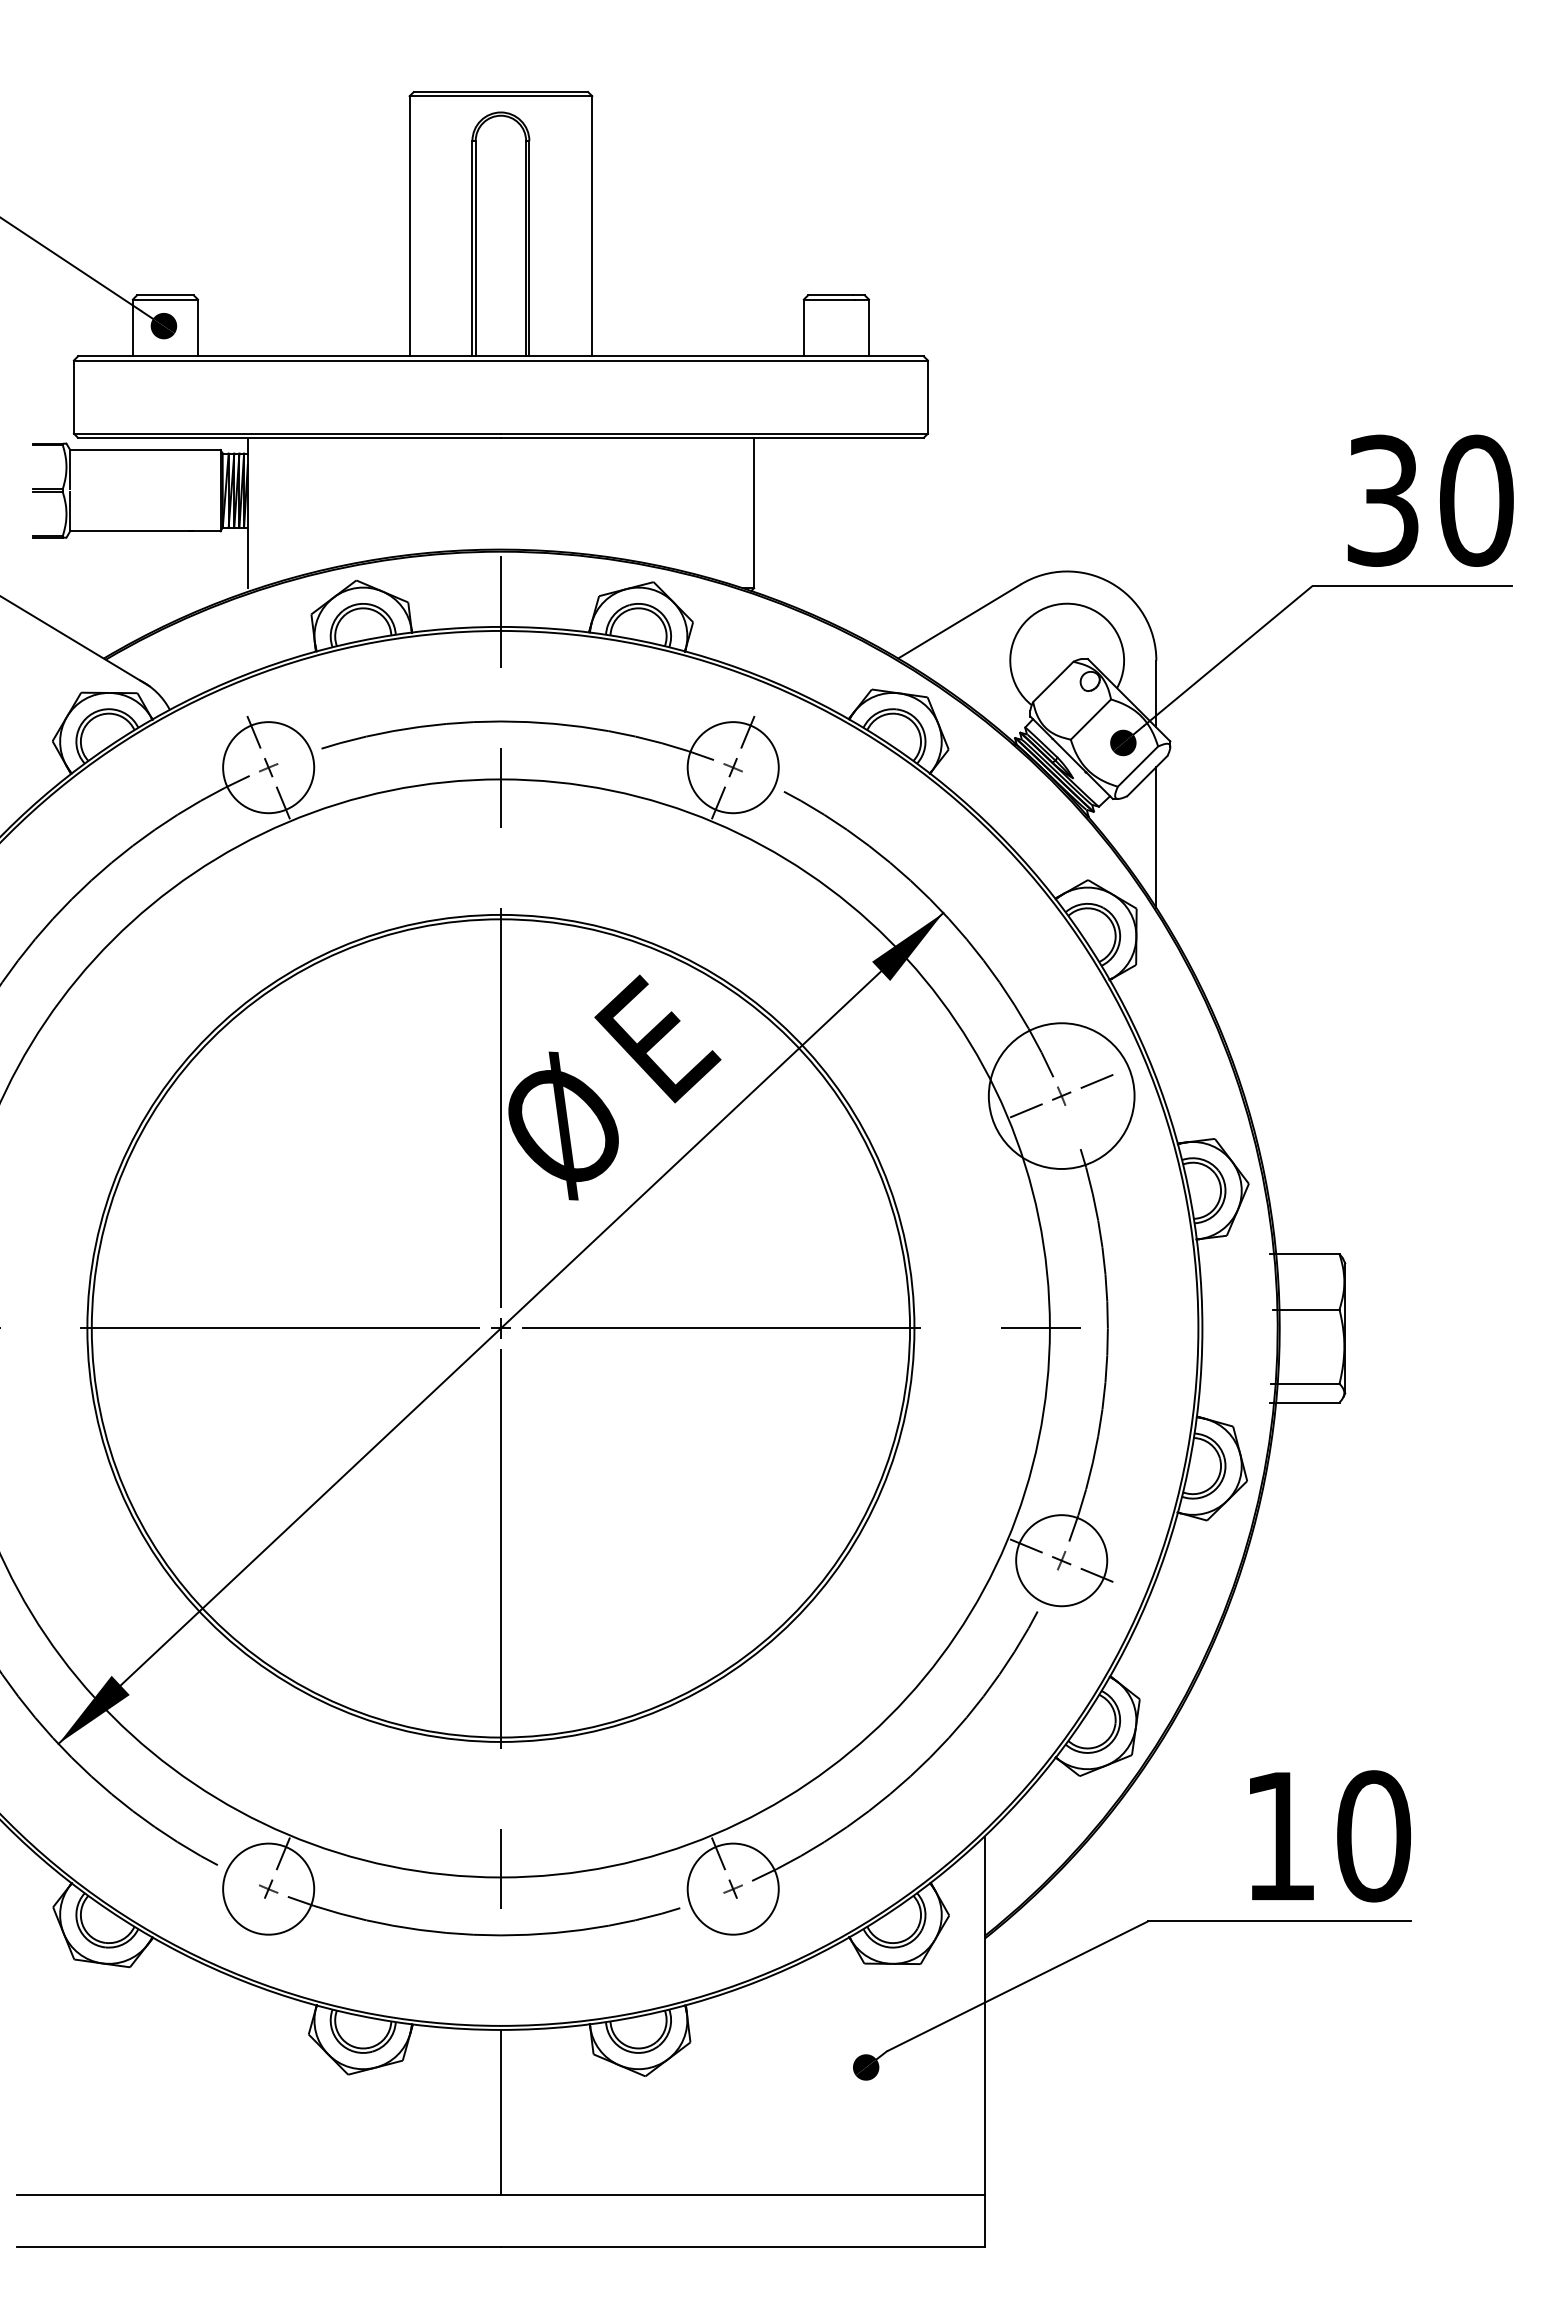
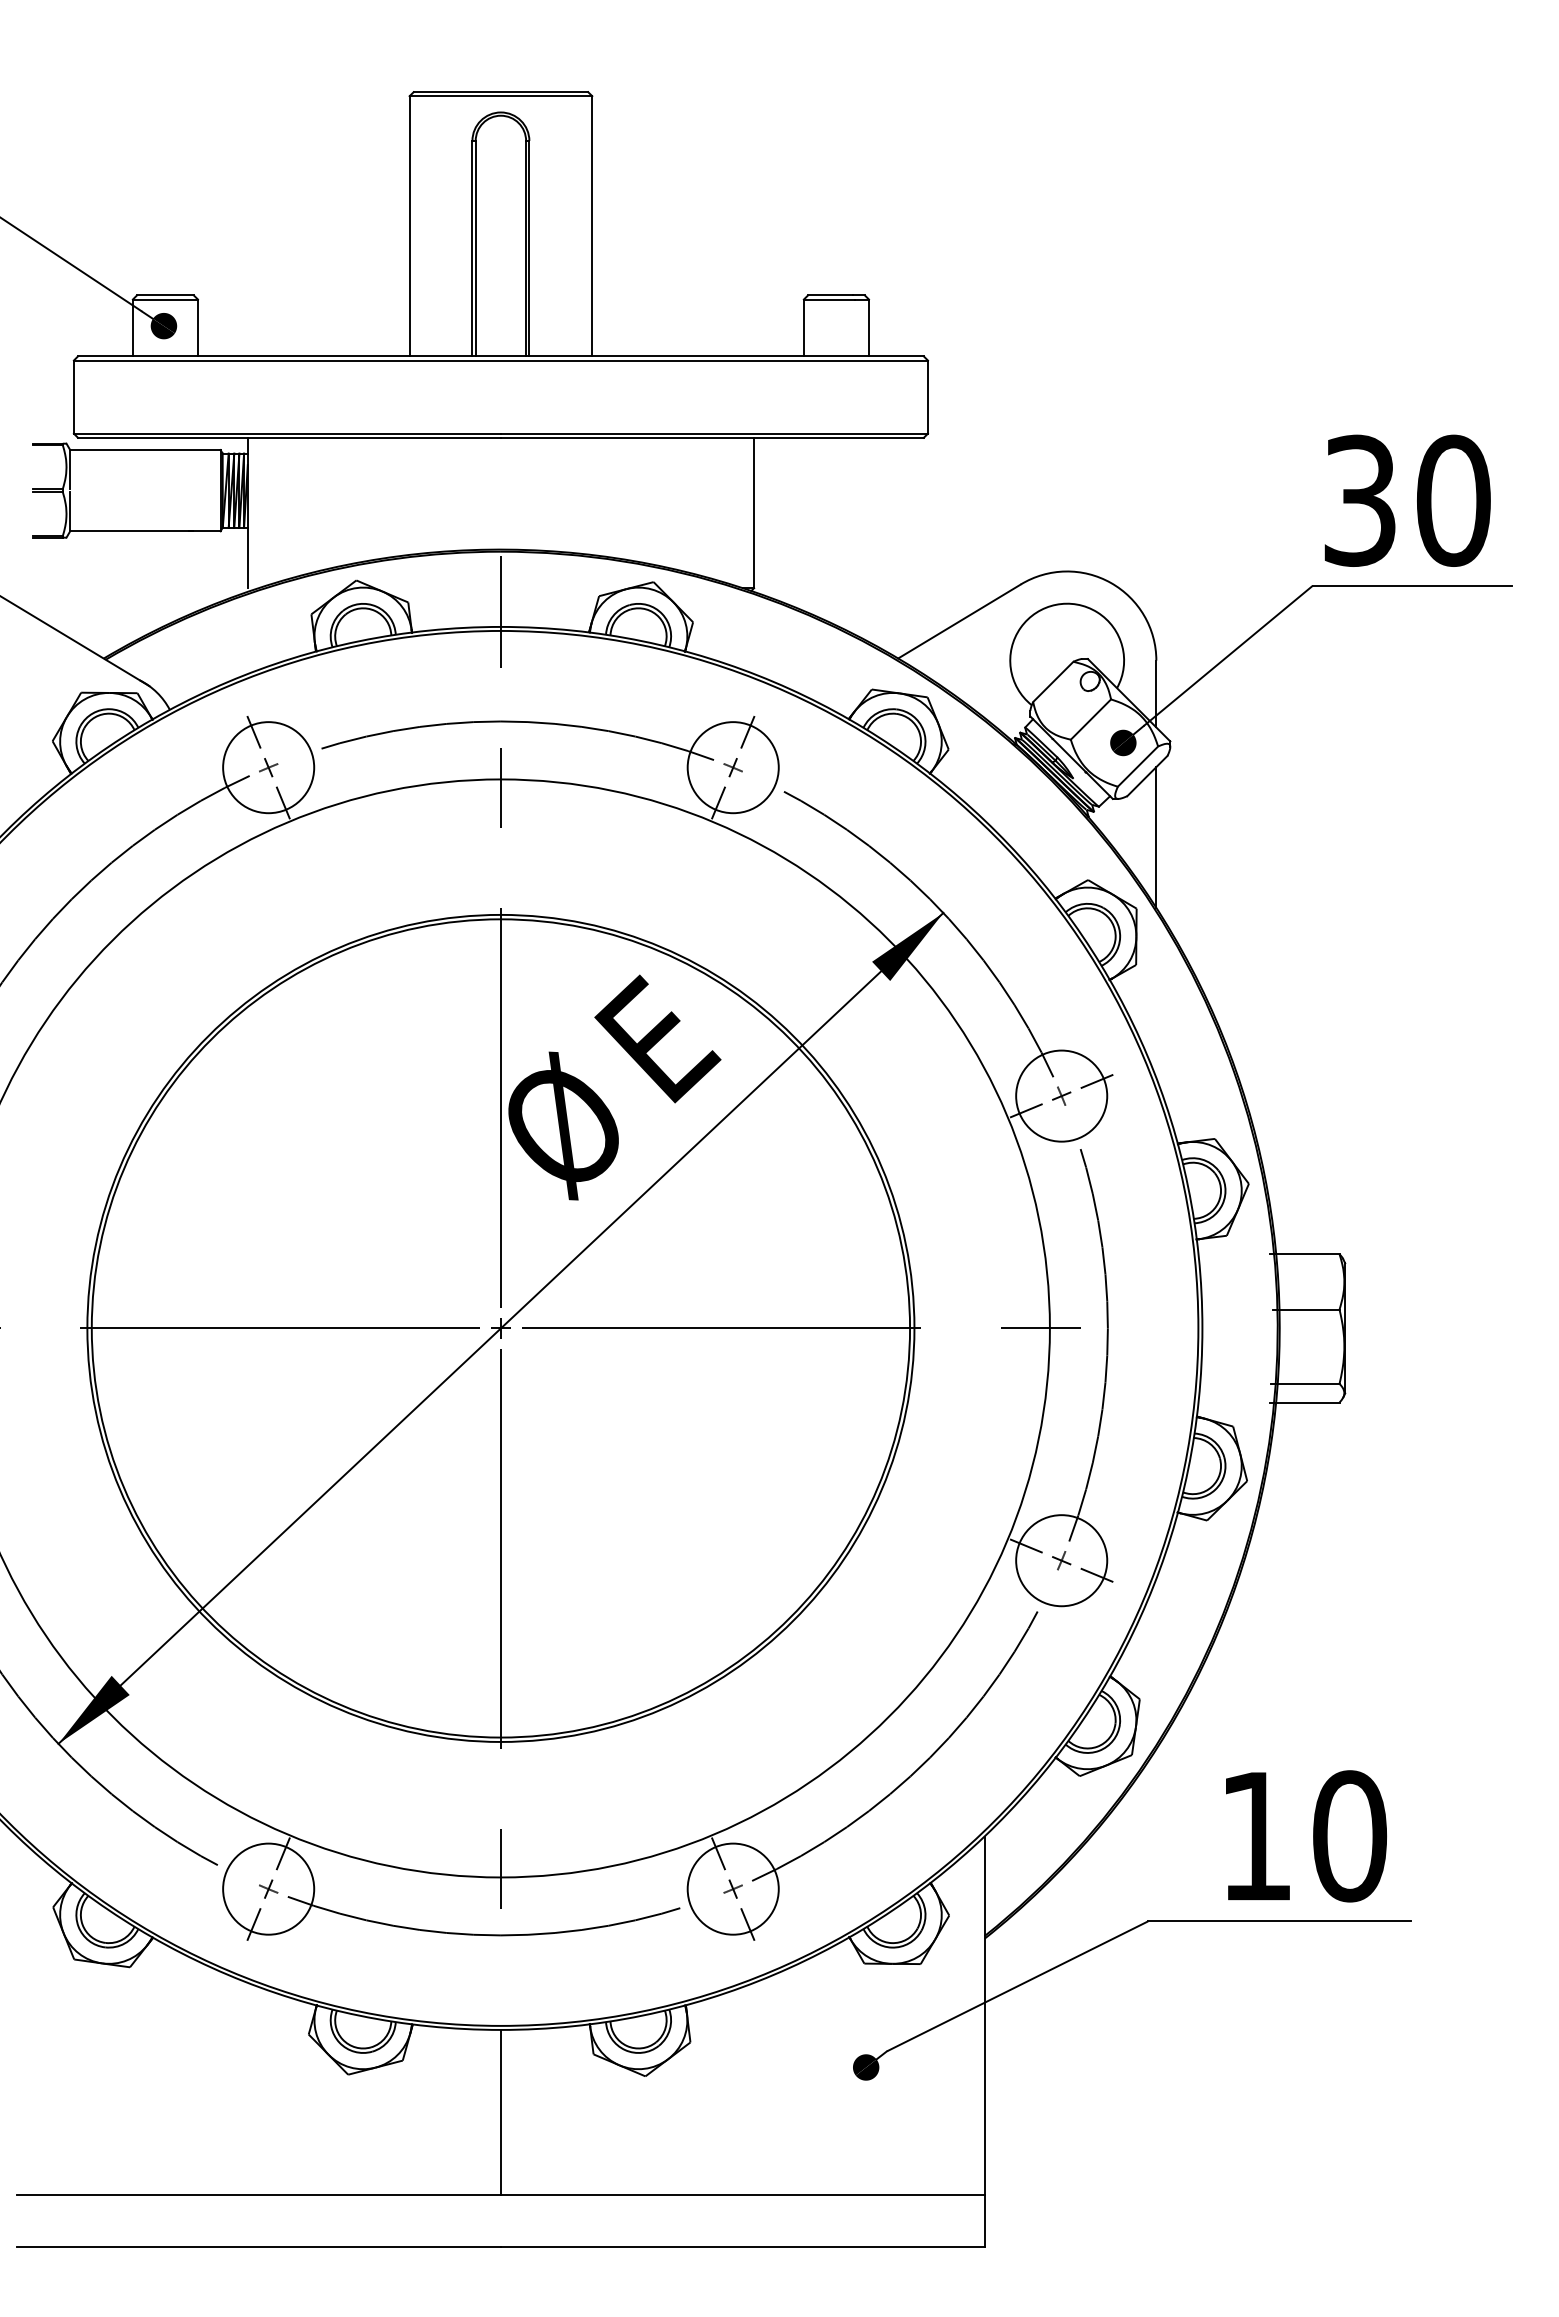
text at (1430, 500) position: (1430, 500) -> (1407, 500)
circle at (1061, 1095) diameter: 146 px -> 91 px
text at (1330, 1836) position: (1330, 1836) -> (1306, 1836)
line at (253, 1924): none -> present
line at (747, 1924): none -> present
